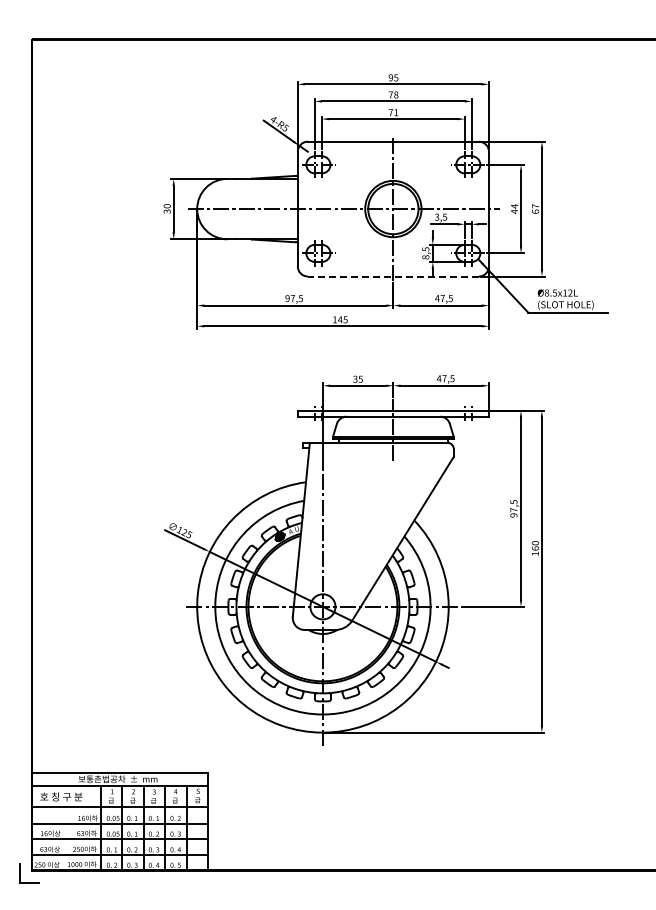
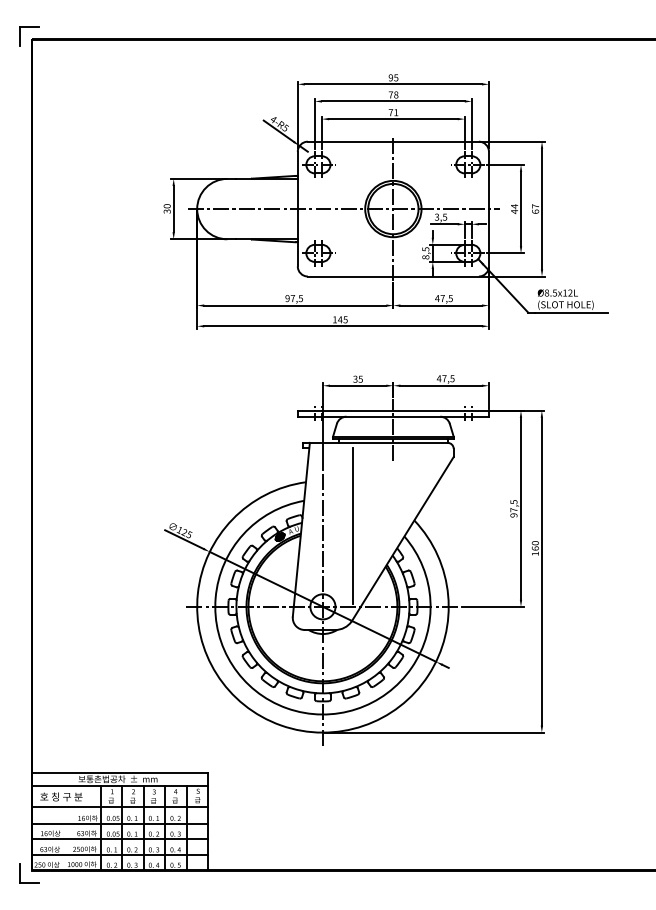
part at (29, 27): none -> present
line at (393, 276): dashed -> solid
line at (353, 525): none -> present
